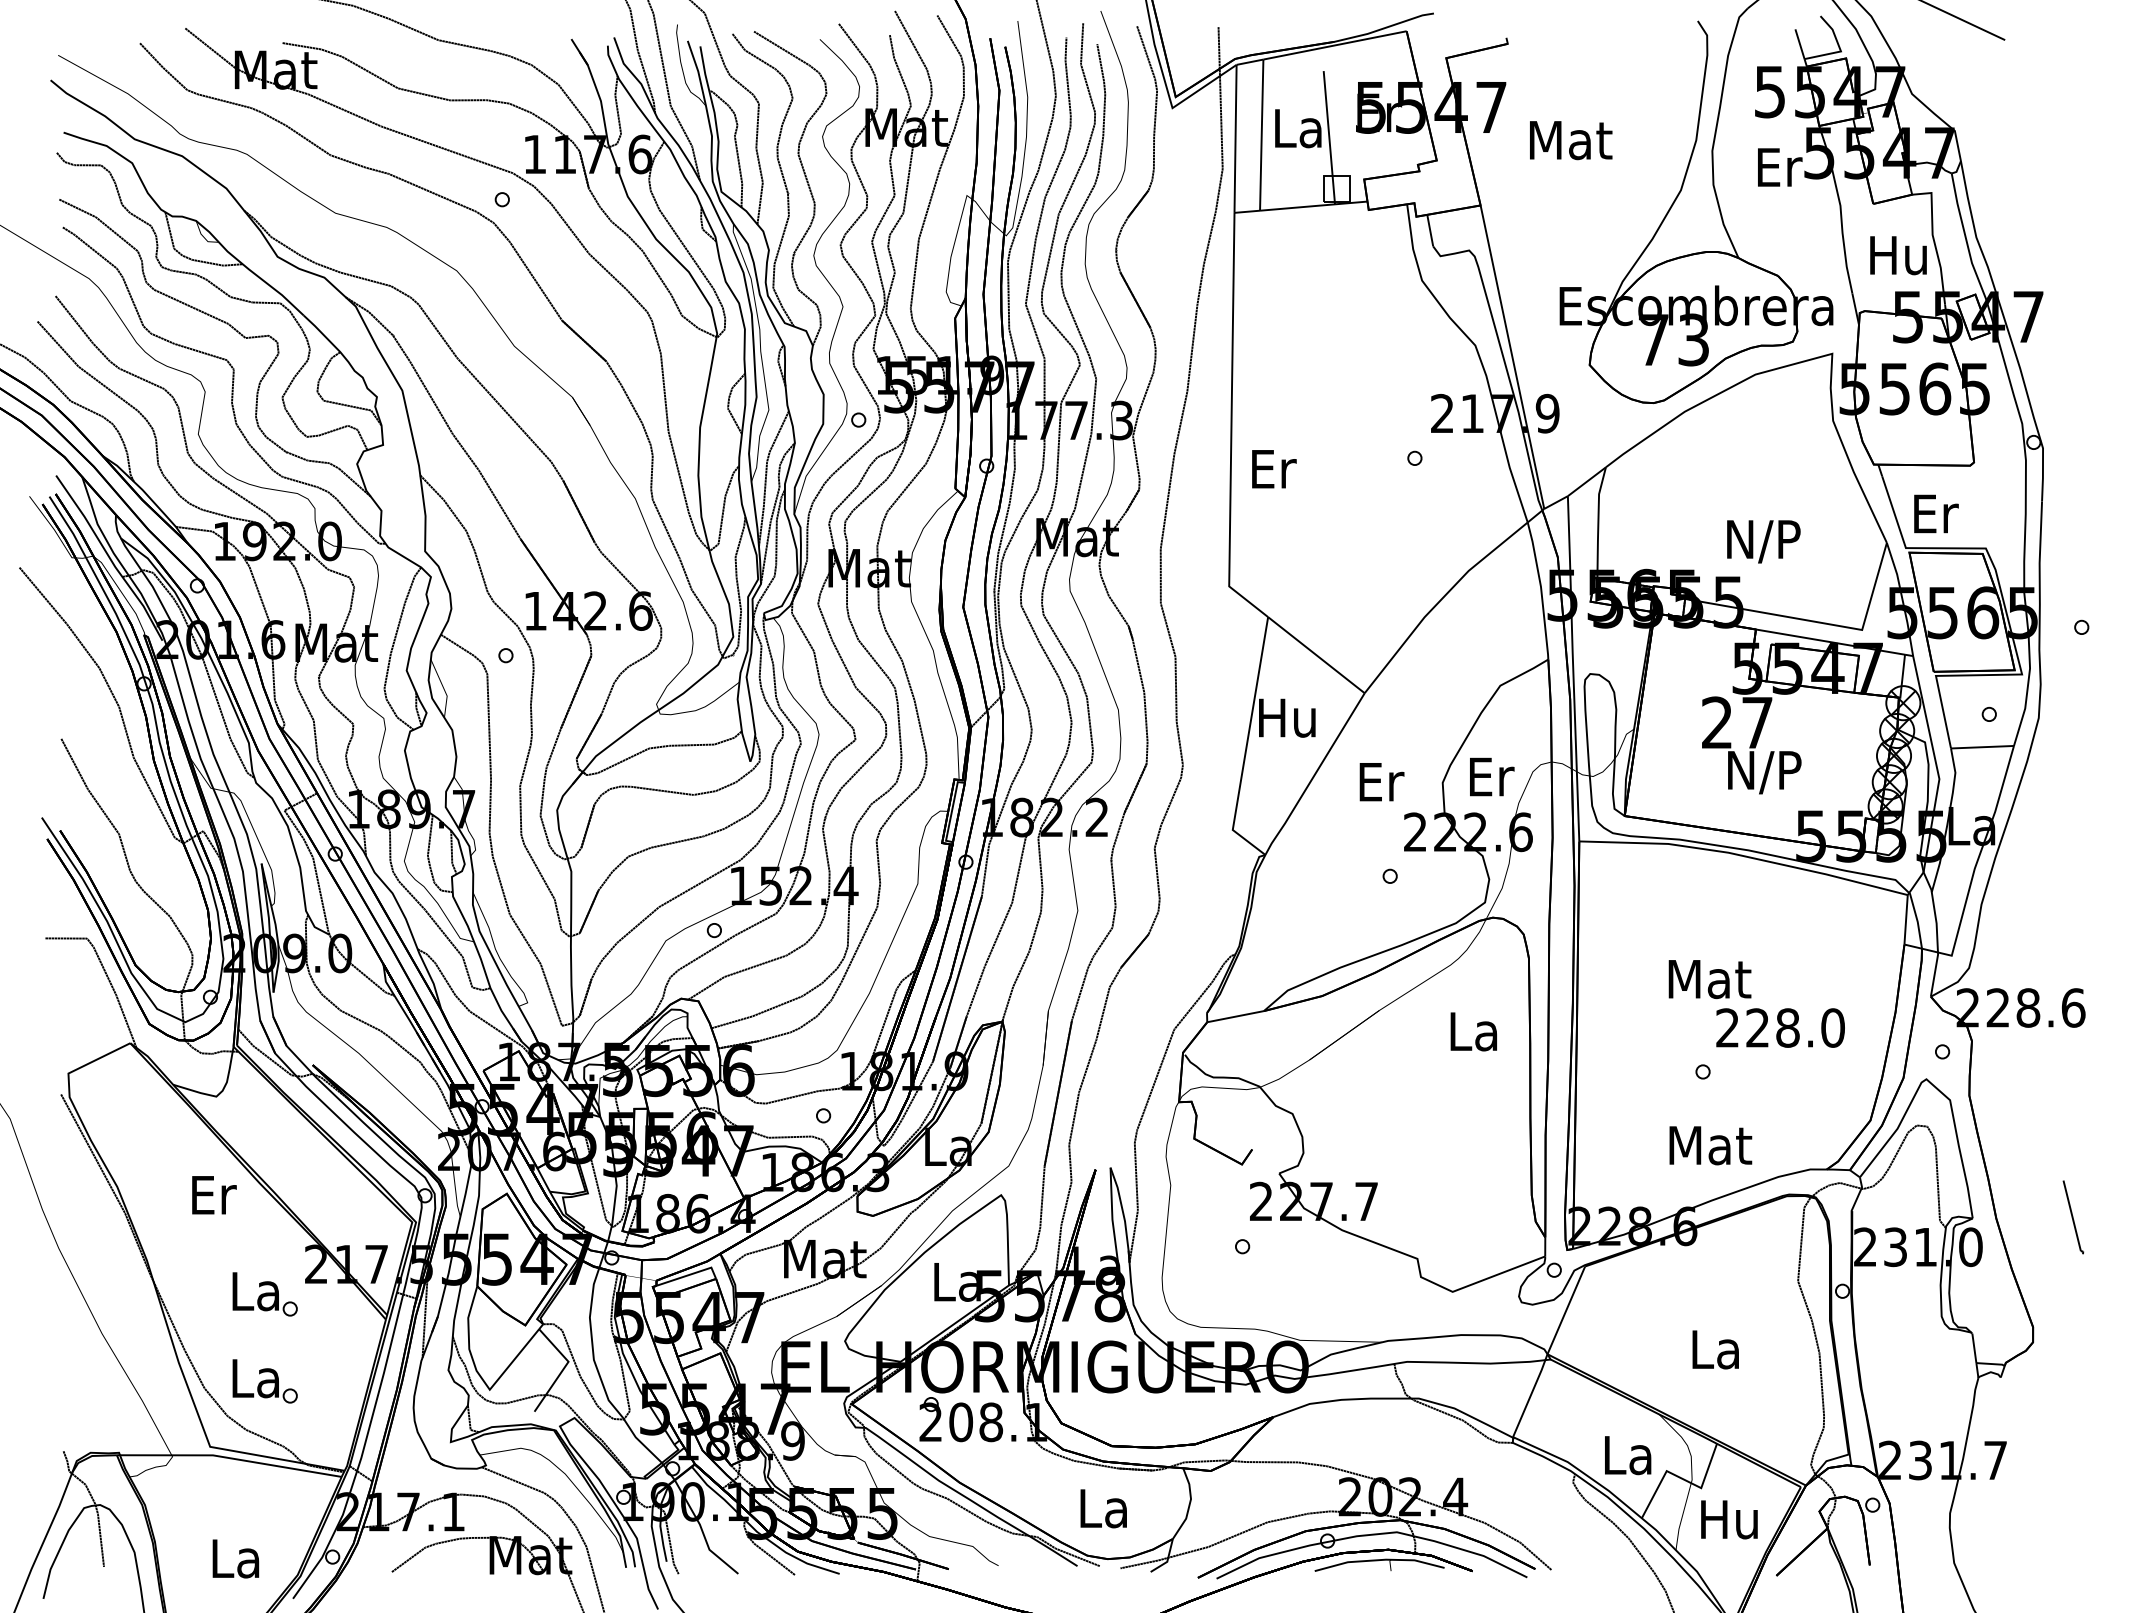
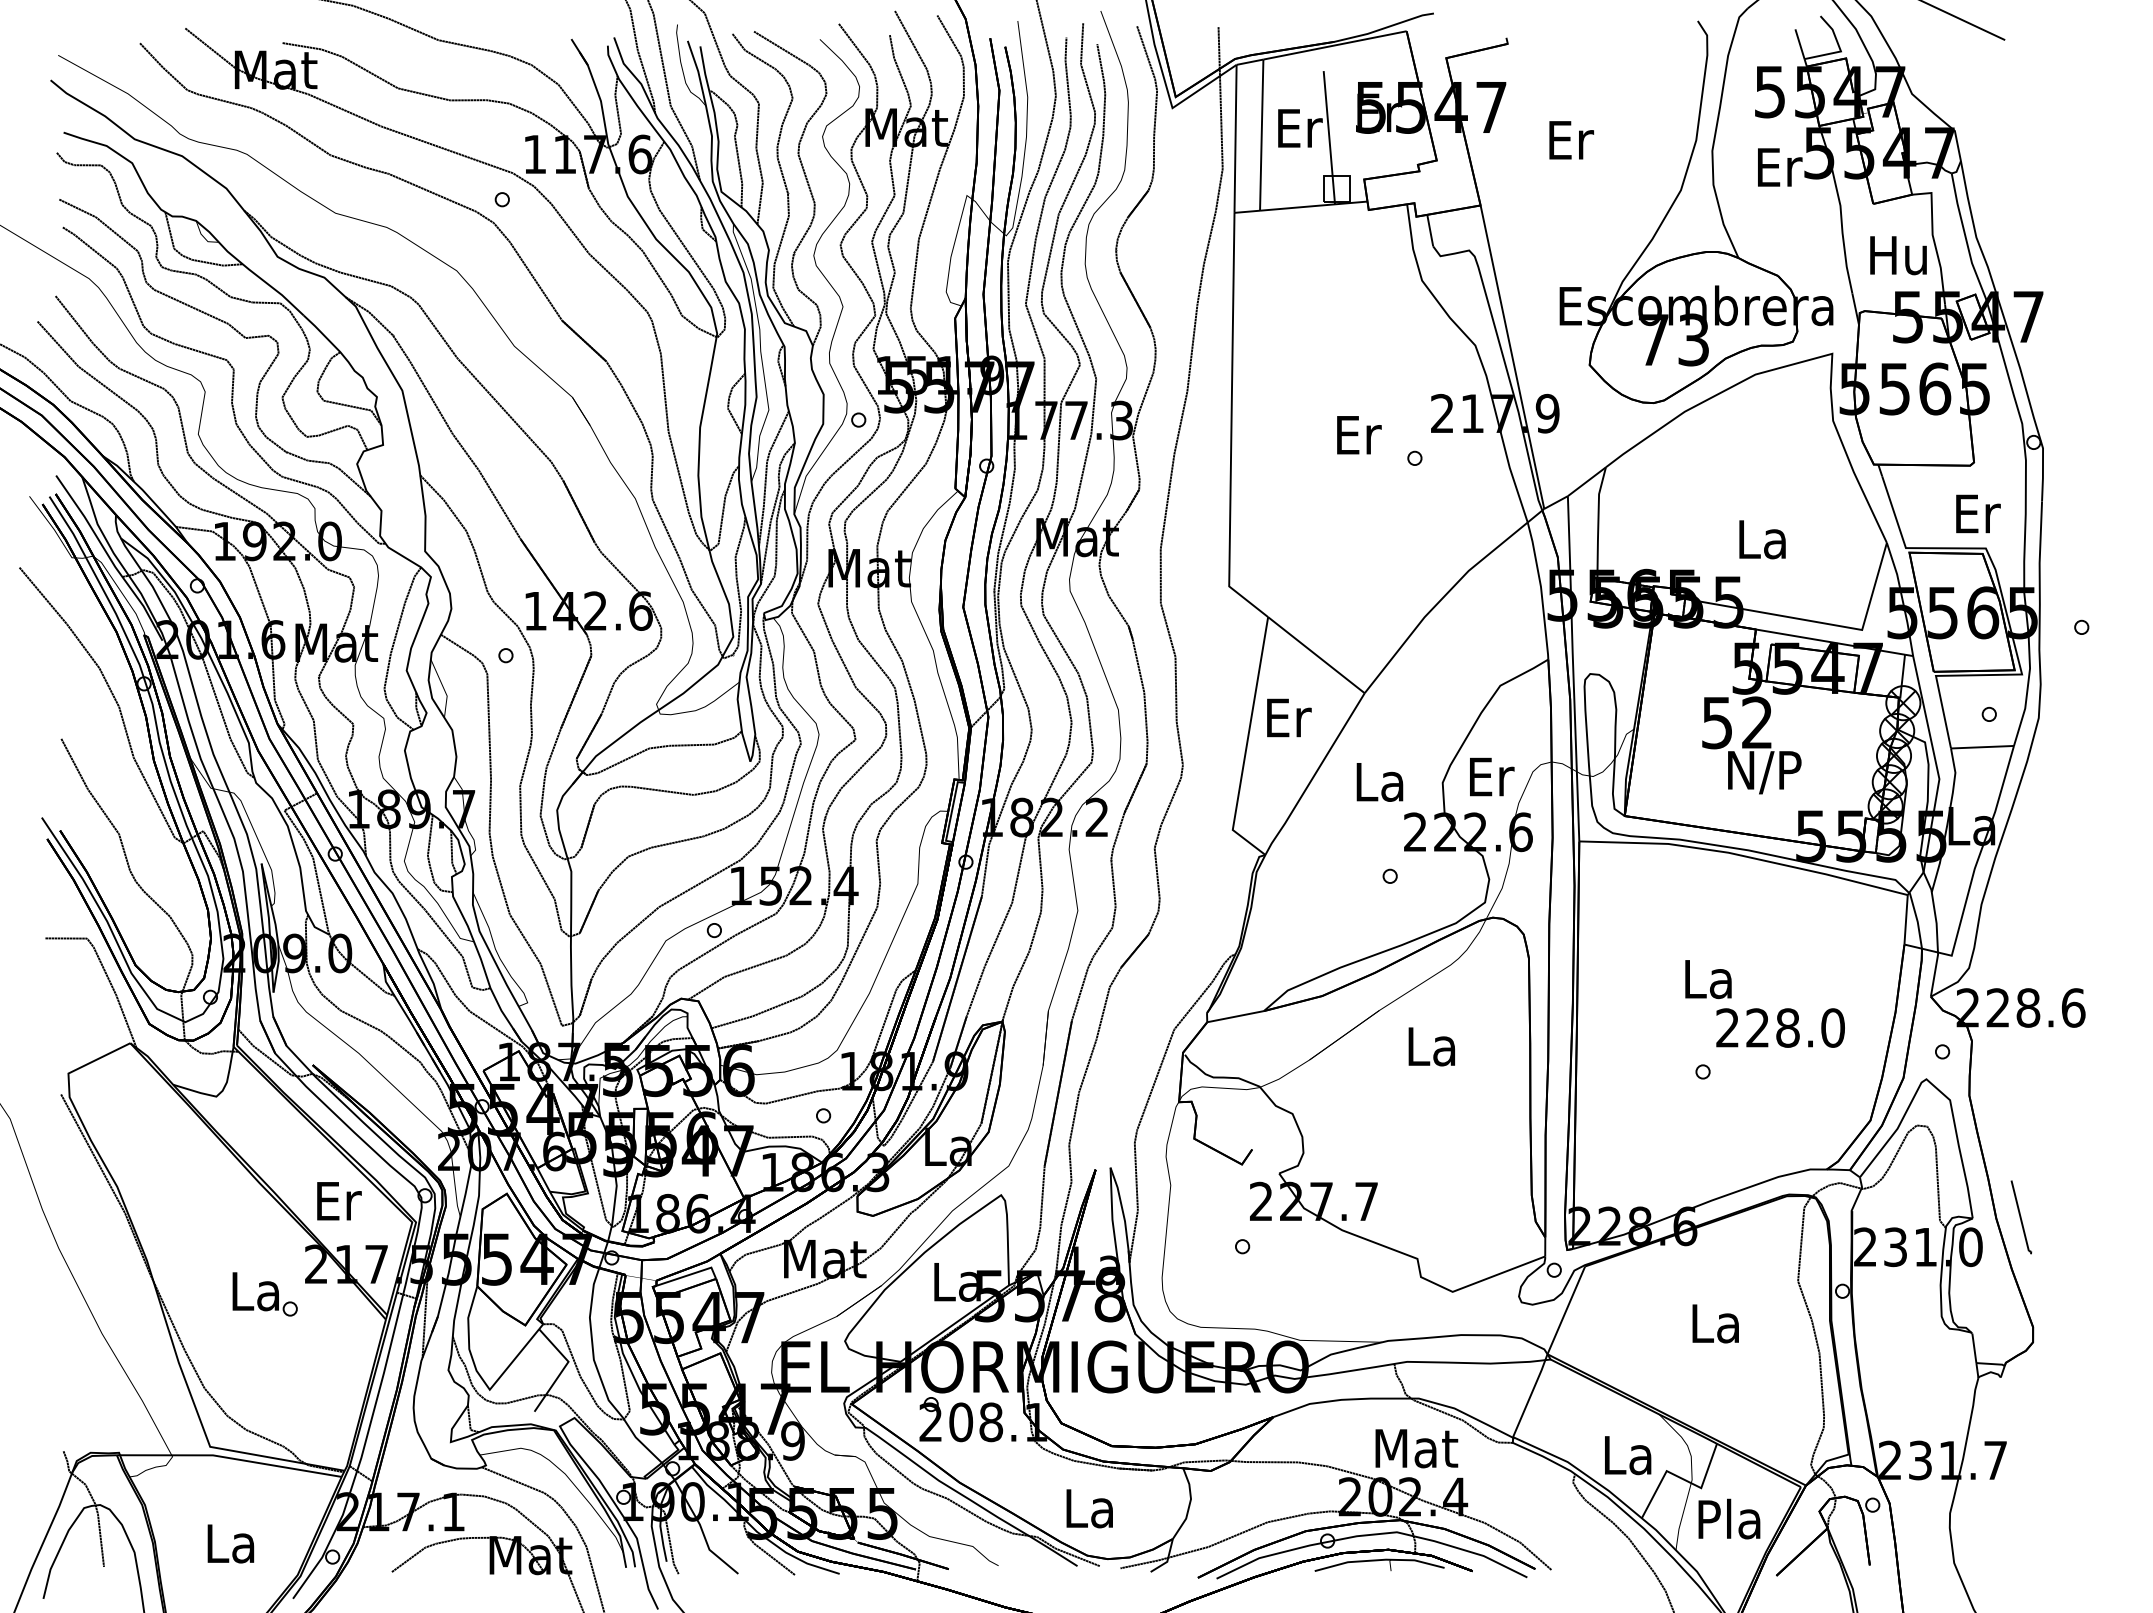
text at (1298, 128): La -> Er
text at (1571, 140): Mat -> Er
text at (1274, 469) position: (1274, 469) -> (1359, 435)
text at (1936, 513) position: (1936, 513) -> (1978, 513)
text at (1763, 541): N/P -> La
text at (1287, 717): Hu -> Er
text at (1737, 722): 27 -> 52
text at (1380, 782): Er -> La
text at (1709, 979): Mat -> La
text at (1473, 1031) position: (1473, 1031) -> (1431, 1046)
text at (1710, 1145) position: (1710, 1145) -> (1416, 1448)
text at (214, 1195) position: (214, 1195) -> (339, 1201)
part at (2073, 1217) position: (2073, 1217) -> (2021, 1217)
text at (1715, 1349) position: (1715, 1349) -> (1715, 1323)
part at (264, 1381): present -> none
text at (1103, 1508) position: (1103, 1508) -> (1089, 1508)
text at (1729, 1518): Hu -> Pla
text at (235, 1558) position: (235, 1558) -> (230, 1543)
